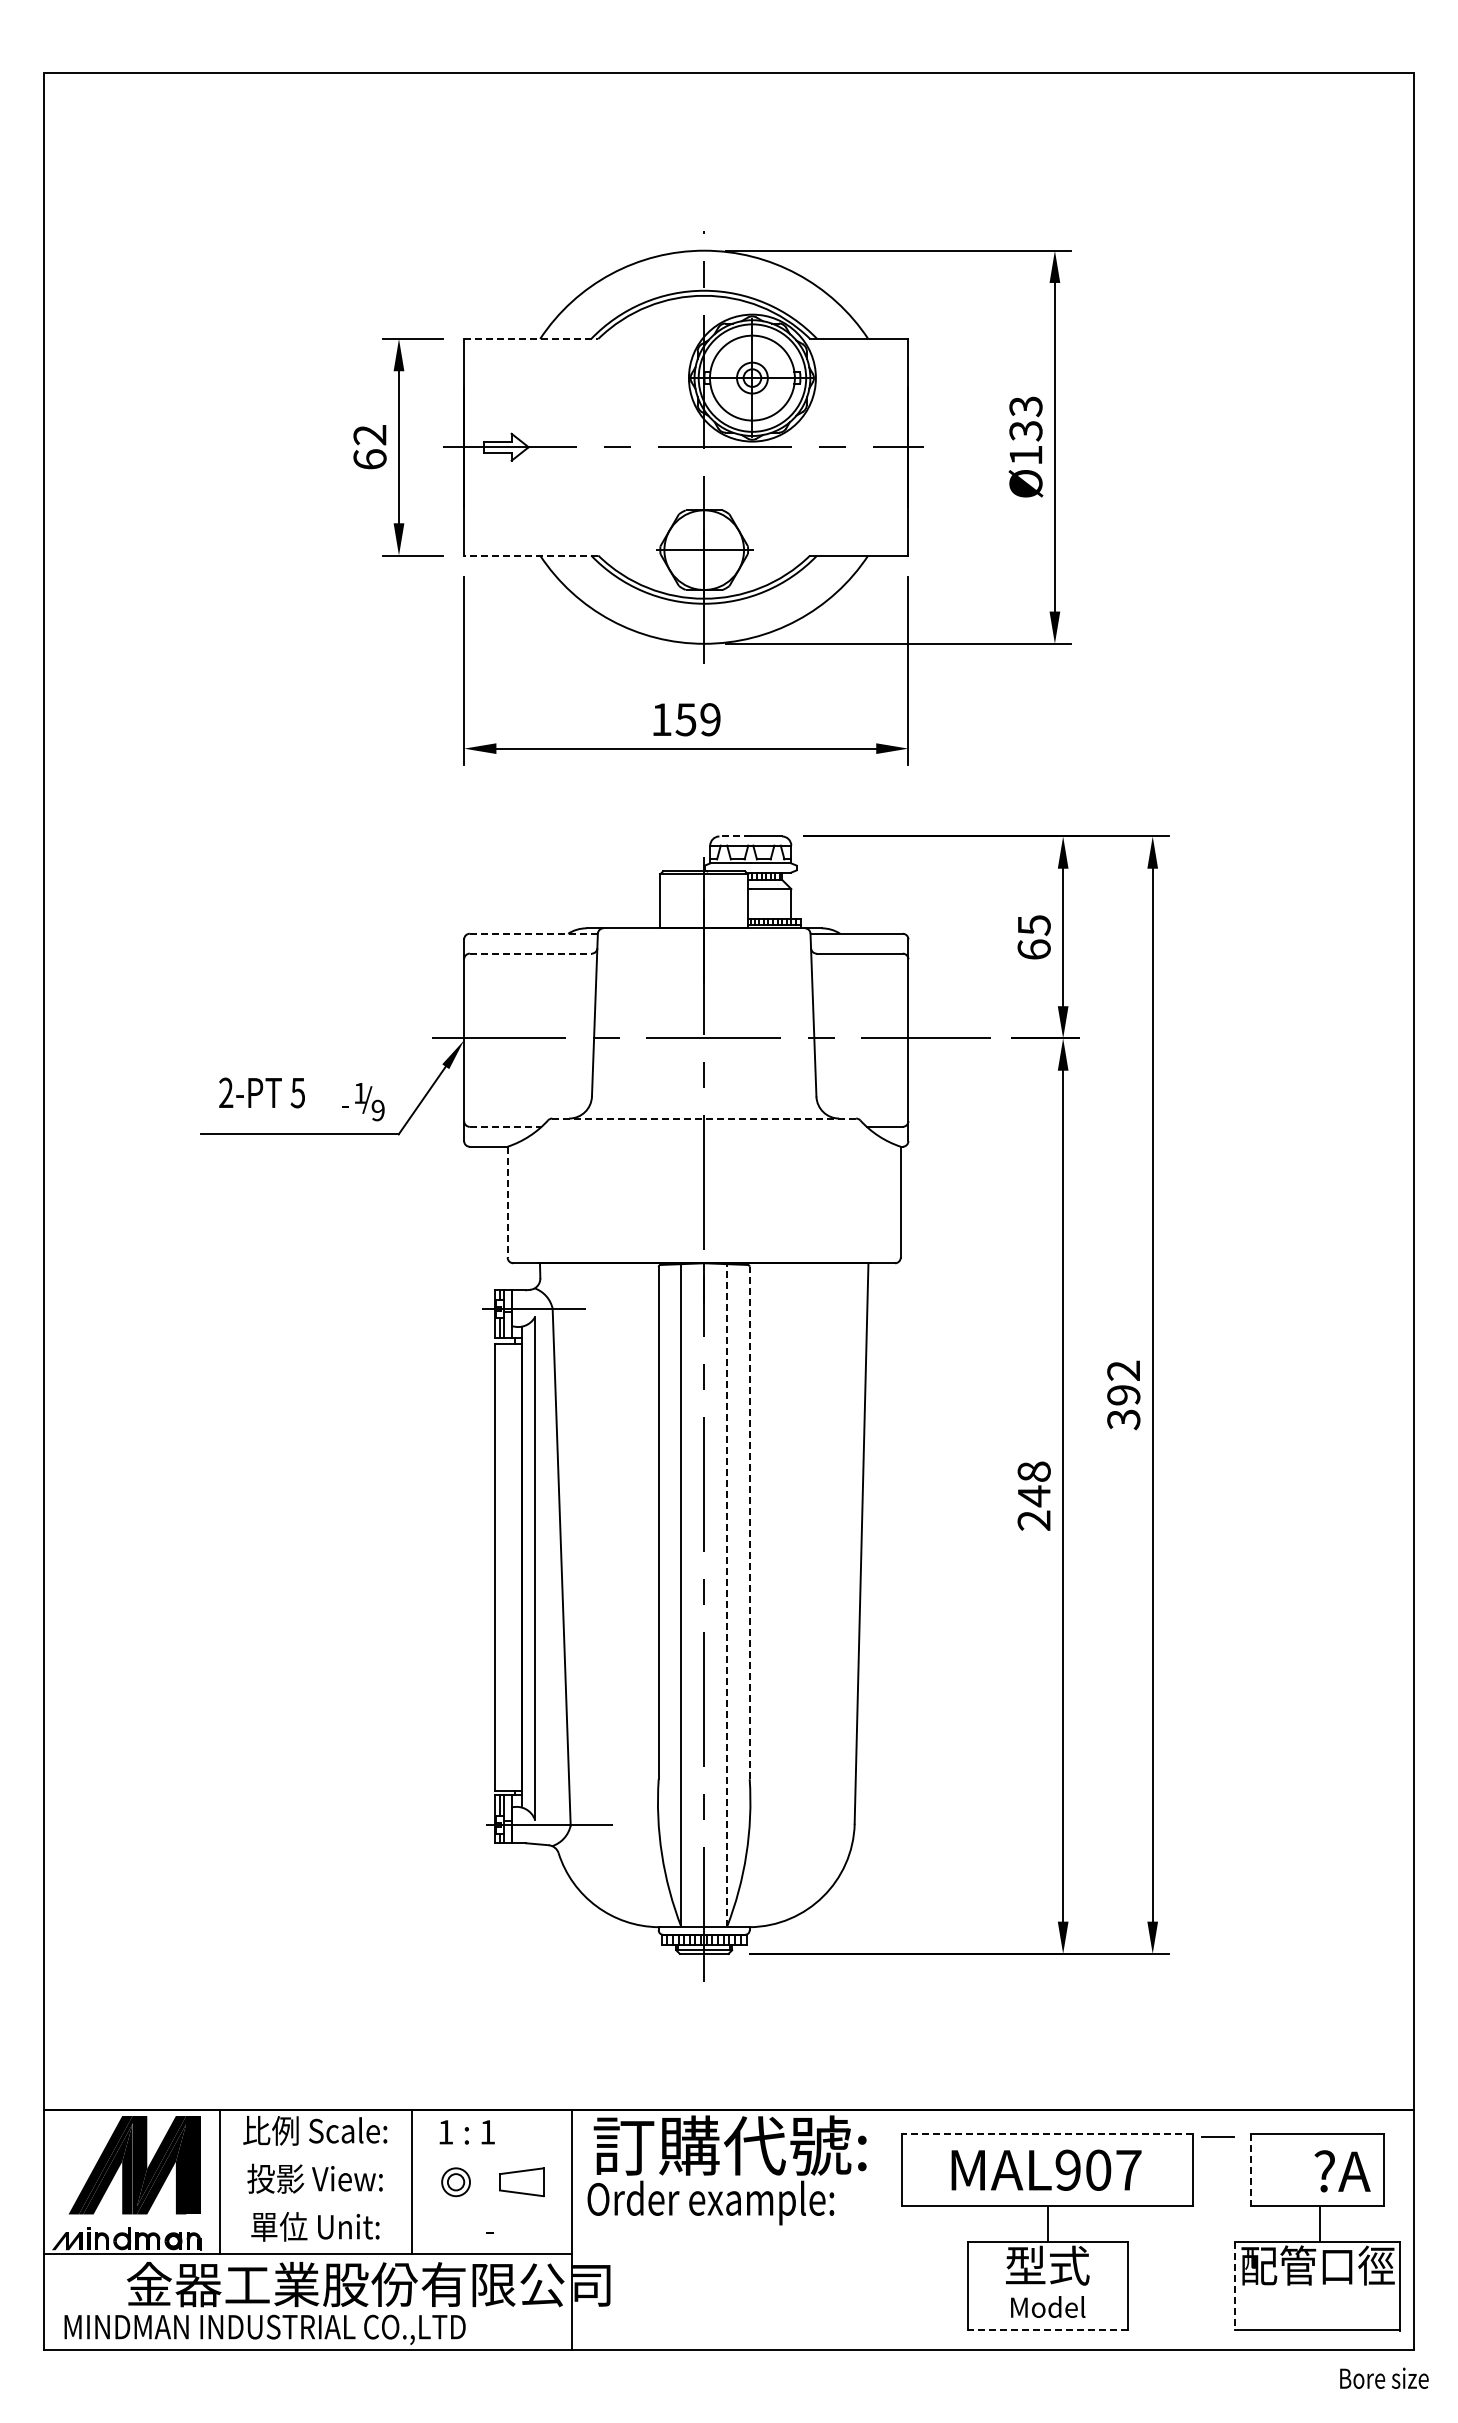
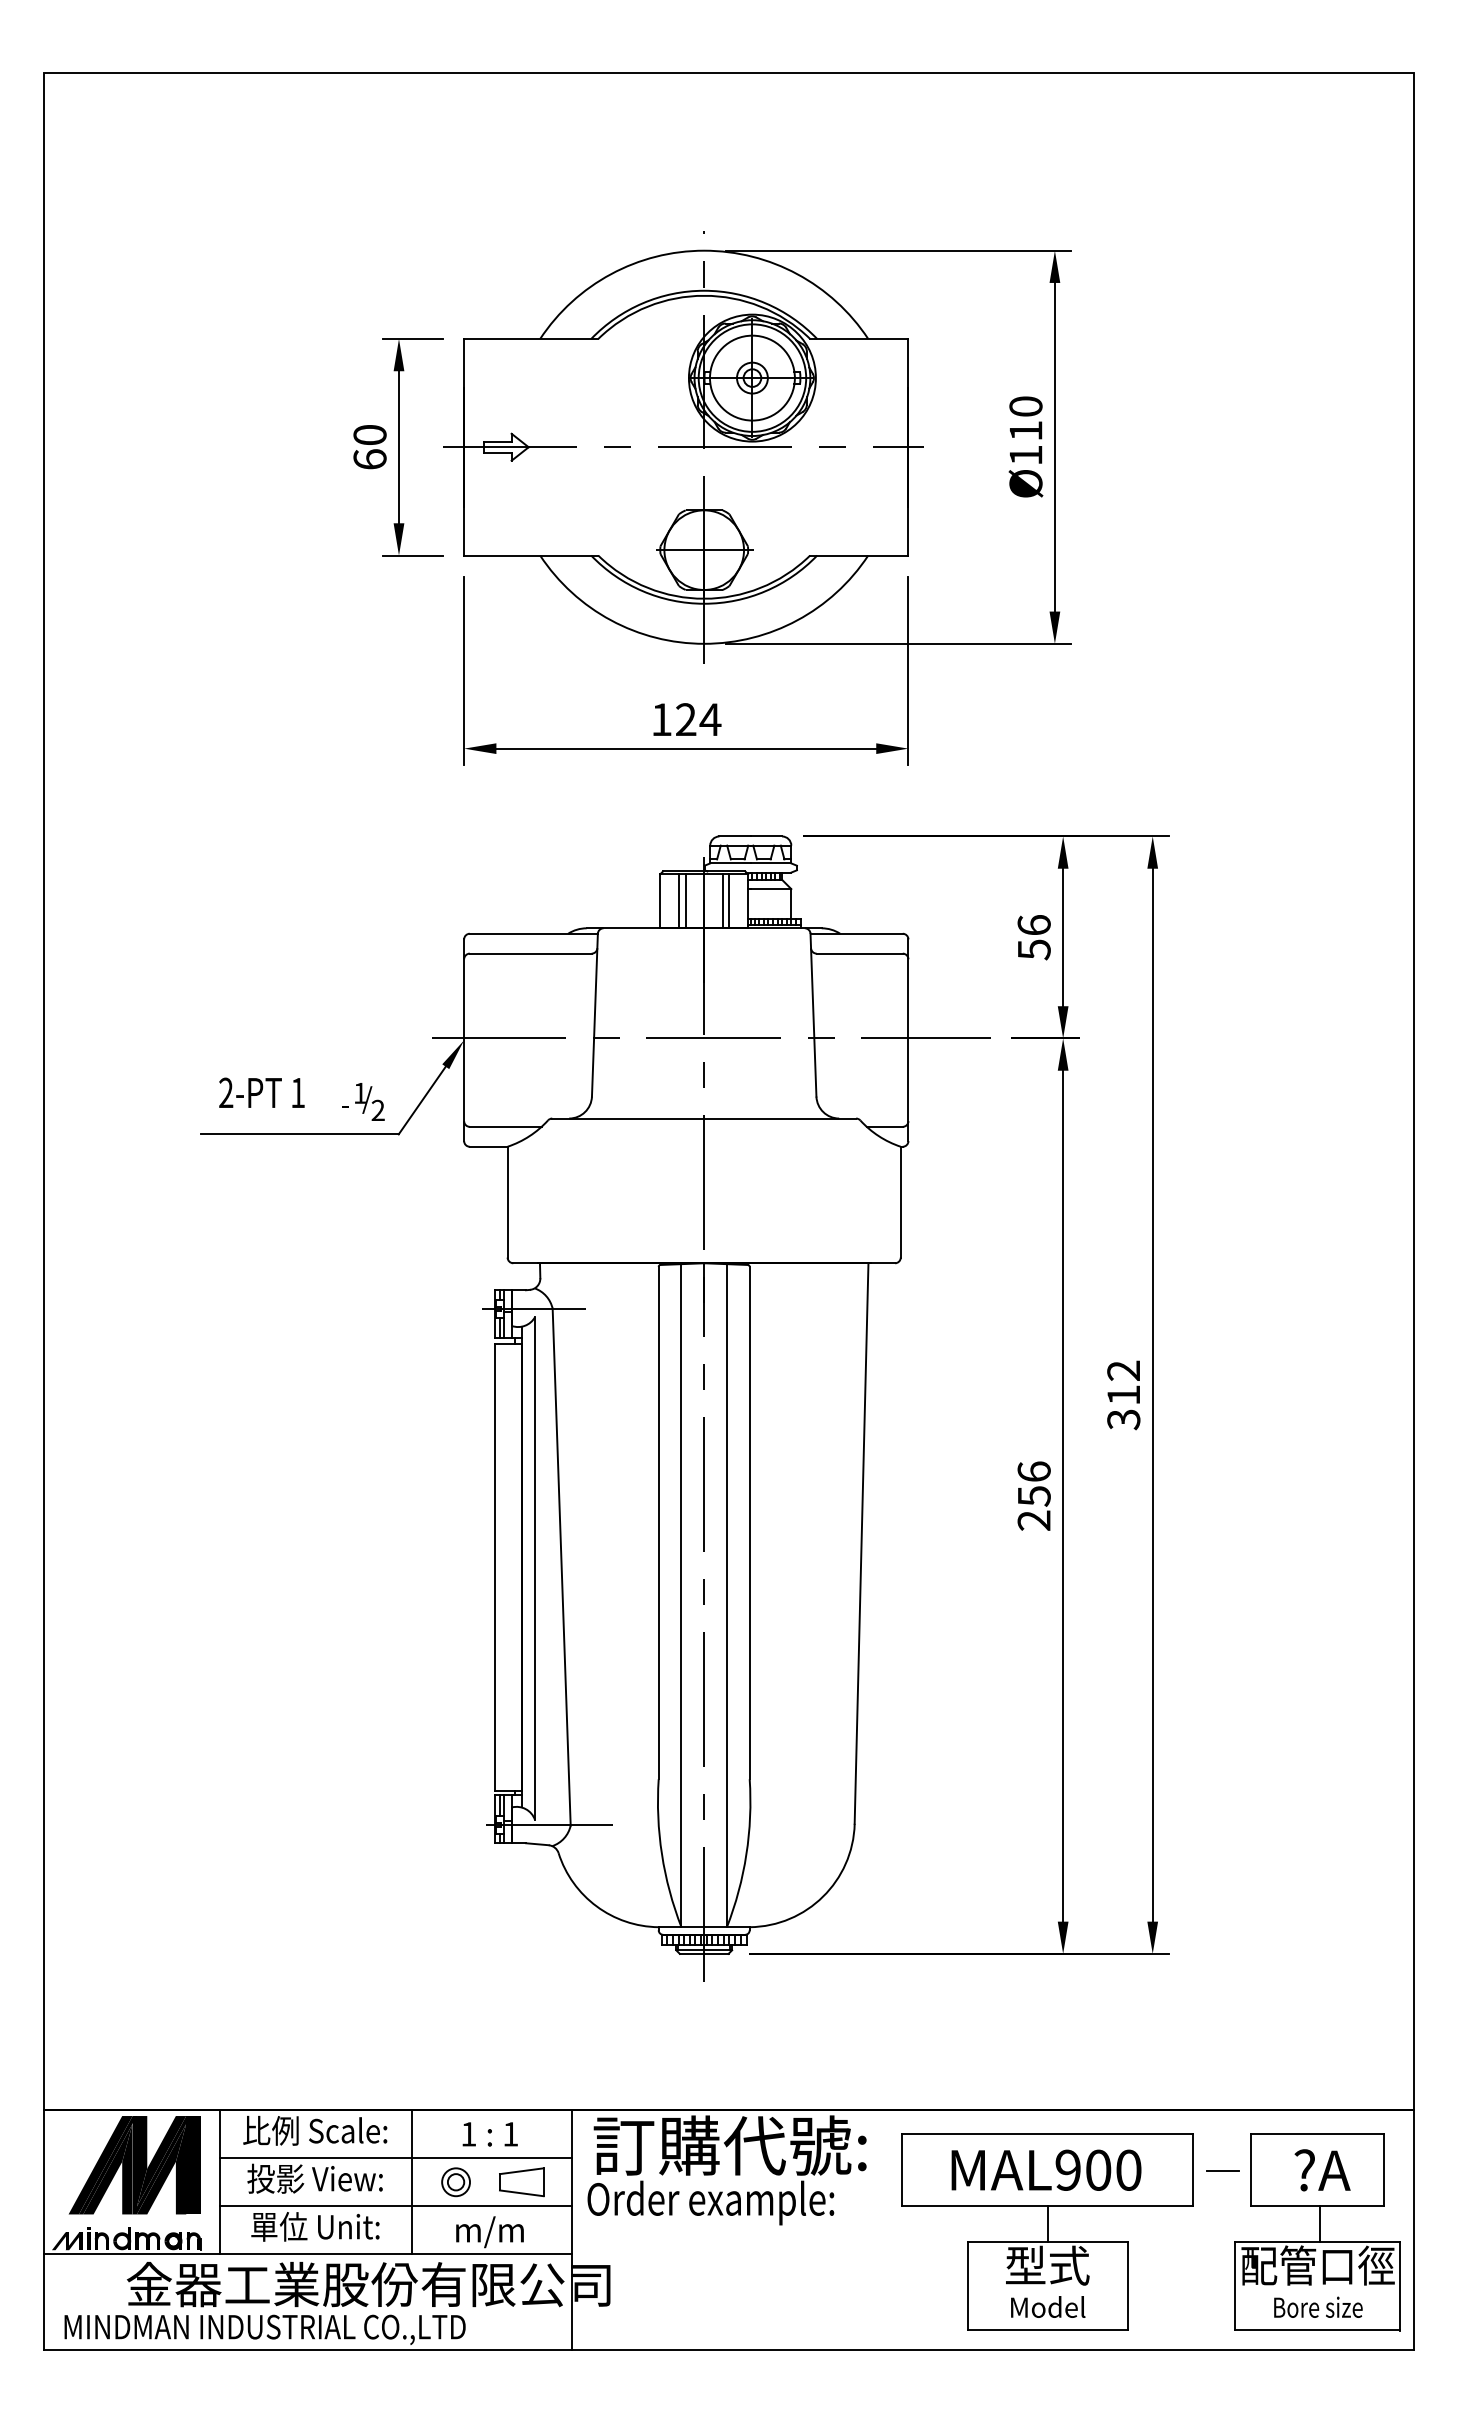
line at (531, 339): dashed -> solid
text at (1025, 418): Ø133 -> Ø110
text at (369, 435): 62 -> 60
line at (530, 555): dashed -> solid
text at (698, 719): 159 -> 124
line at (735, 836): dashed -> solid
line at (679, 901): none -> present
line at (685, 901): none -> present
line at (722, 901): none -> present
line at (729, 901): none -> present
line at (533, 933): dashed -> solid
text at (1033, 937): 65 -> 56
line at (530, 953): dashed -> solid
text at (297, 1093): 5 -> 1
text at (377, 1110): 9 -> 2
line at (704, 1118): dashed -> solid
line at (505, 1126): dashed -> solid
line at (507, 1202): dashed -> solid
text at (1123, 1395): 392 -> 312
text at (1033, 1484): 248 -> 256
line at (749, 1522): dashed -> solid
line at (726, 1595): dashed -> solid
text at (466, 2132) position: (466, 2132) -> (489, 2134)
line at (1047, 2134): dashed -> solid
line at (1217, 2136) position: (1217, 2136) -> (1222, 2170)
line at (395, 2158): none -> present
text at (1128, 2169): MAL907 -> MAL900
line at (1251, 2170): dashed -> solid
text at (1342, 2171) position: (1342, 2171) -> (1322, 2170)
line at (395, 2206): none -> present
text at (489, 2232): - -> m/m
line at (1235, 2286): dashed -> solid
line at (1047, 2330): dashed -> solid
text at (1384, 2377) position: (1384, 2377) -> (1318, 2306)
